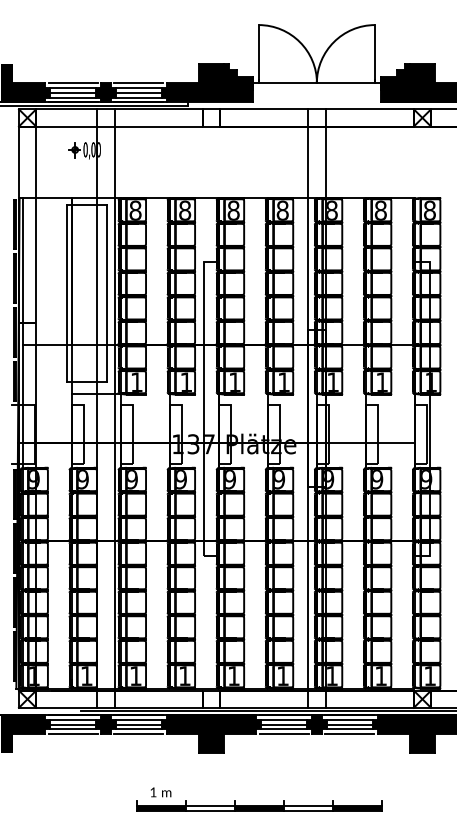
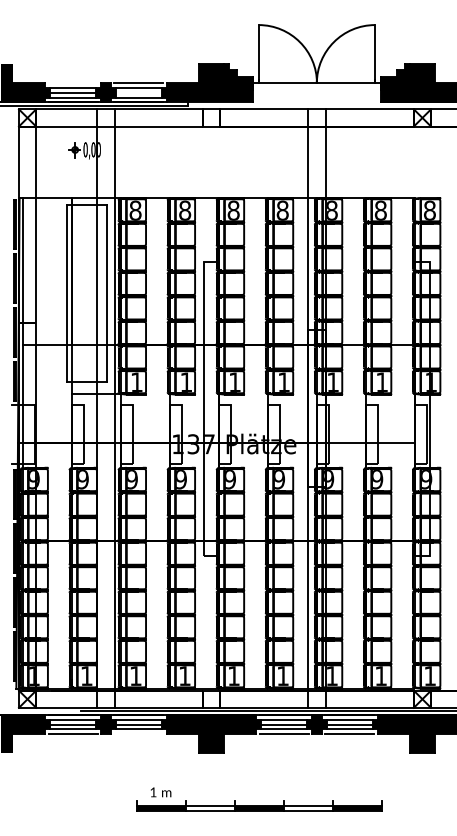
line at (73, 83): present -> none
line at (138, 92): present -> none
line at (138, 733): present -> none
